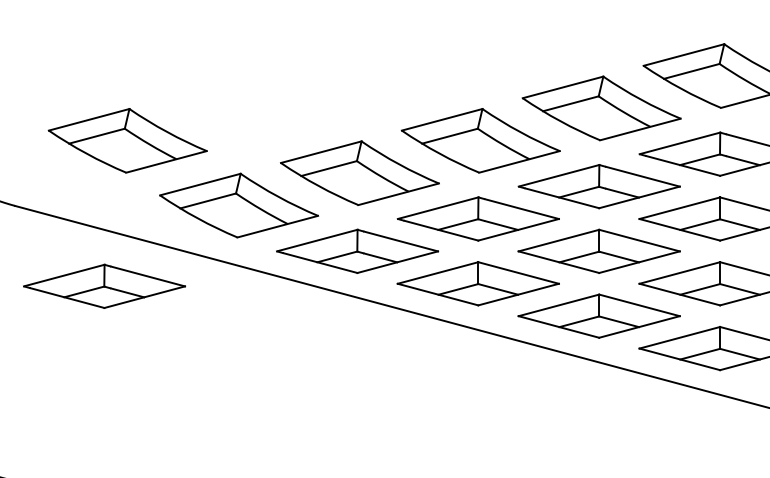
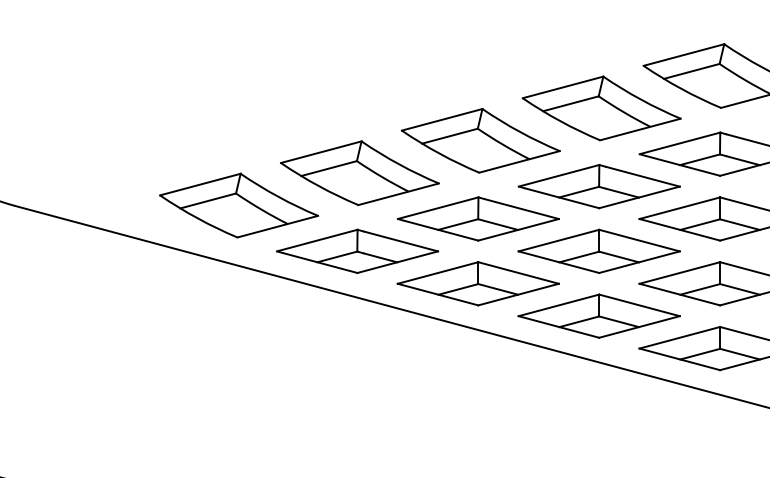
part at (127, 140): present -> none
part at (104, 285): present -> none
